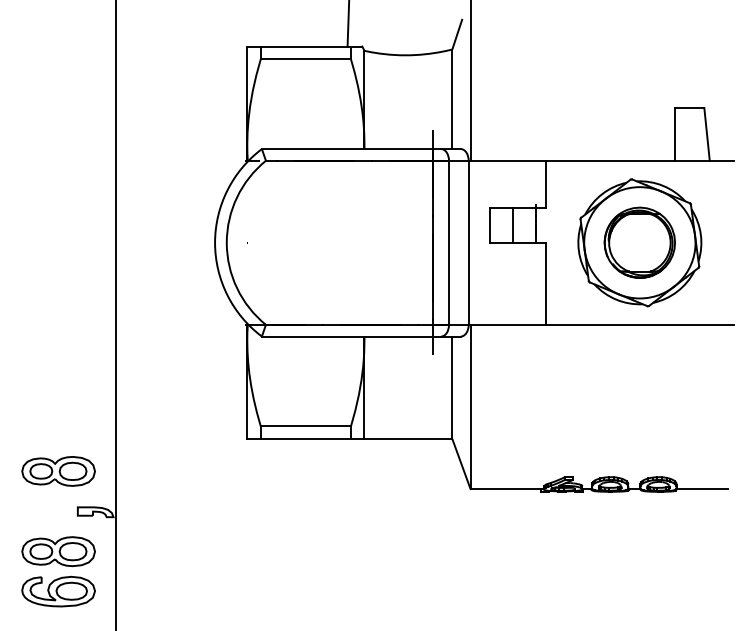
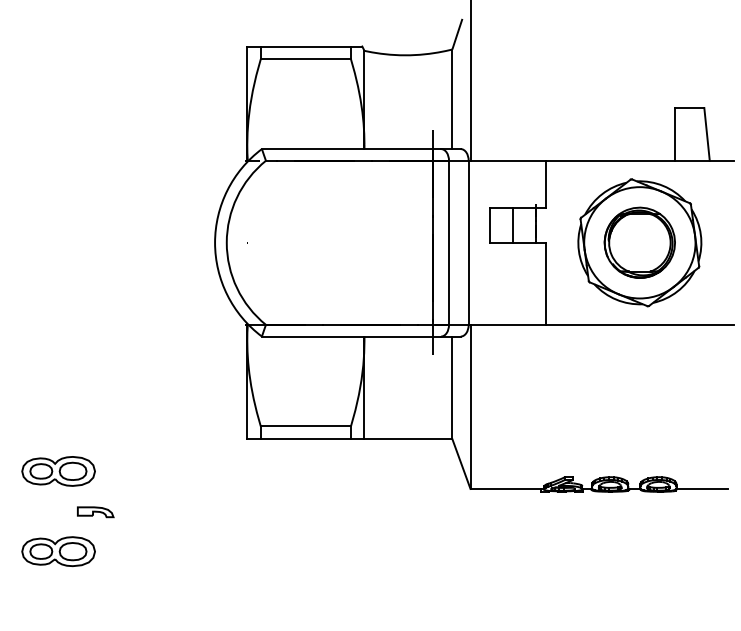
line at (348, 24): present -> none
line at (116, 314): present -> none
part at (58, 591): present -> none
